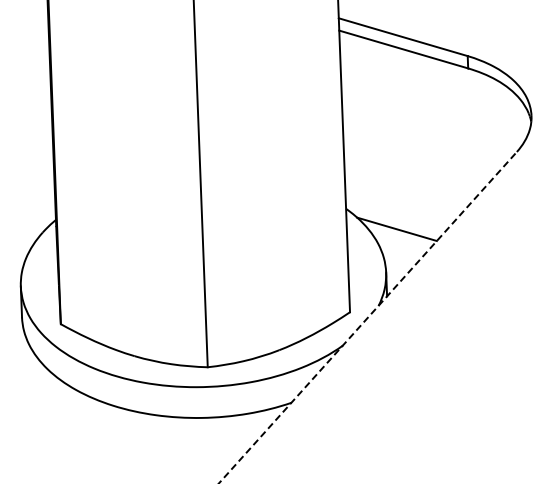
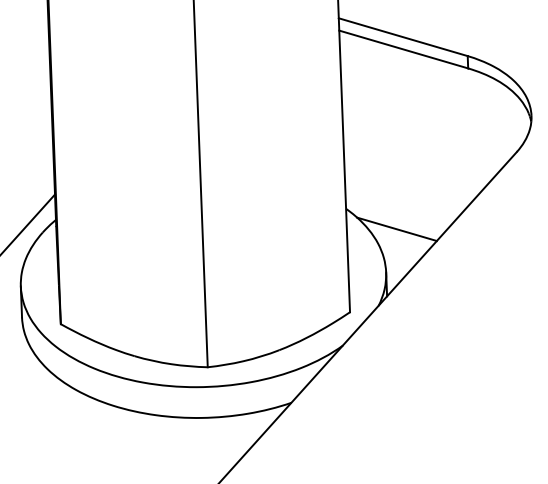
line at (28, 223): none -> present
line at (368, 317): dashed -> solid
